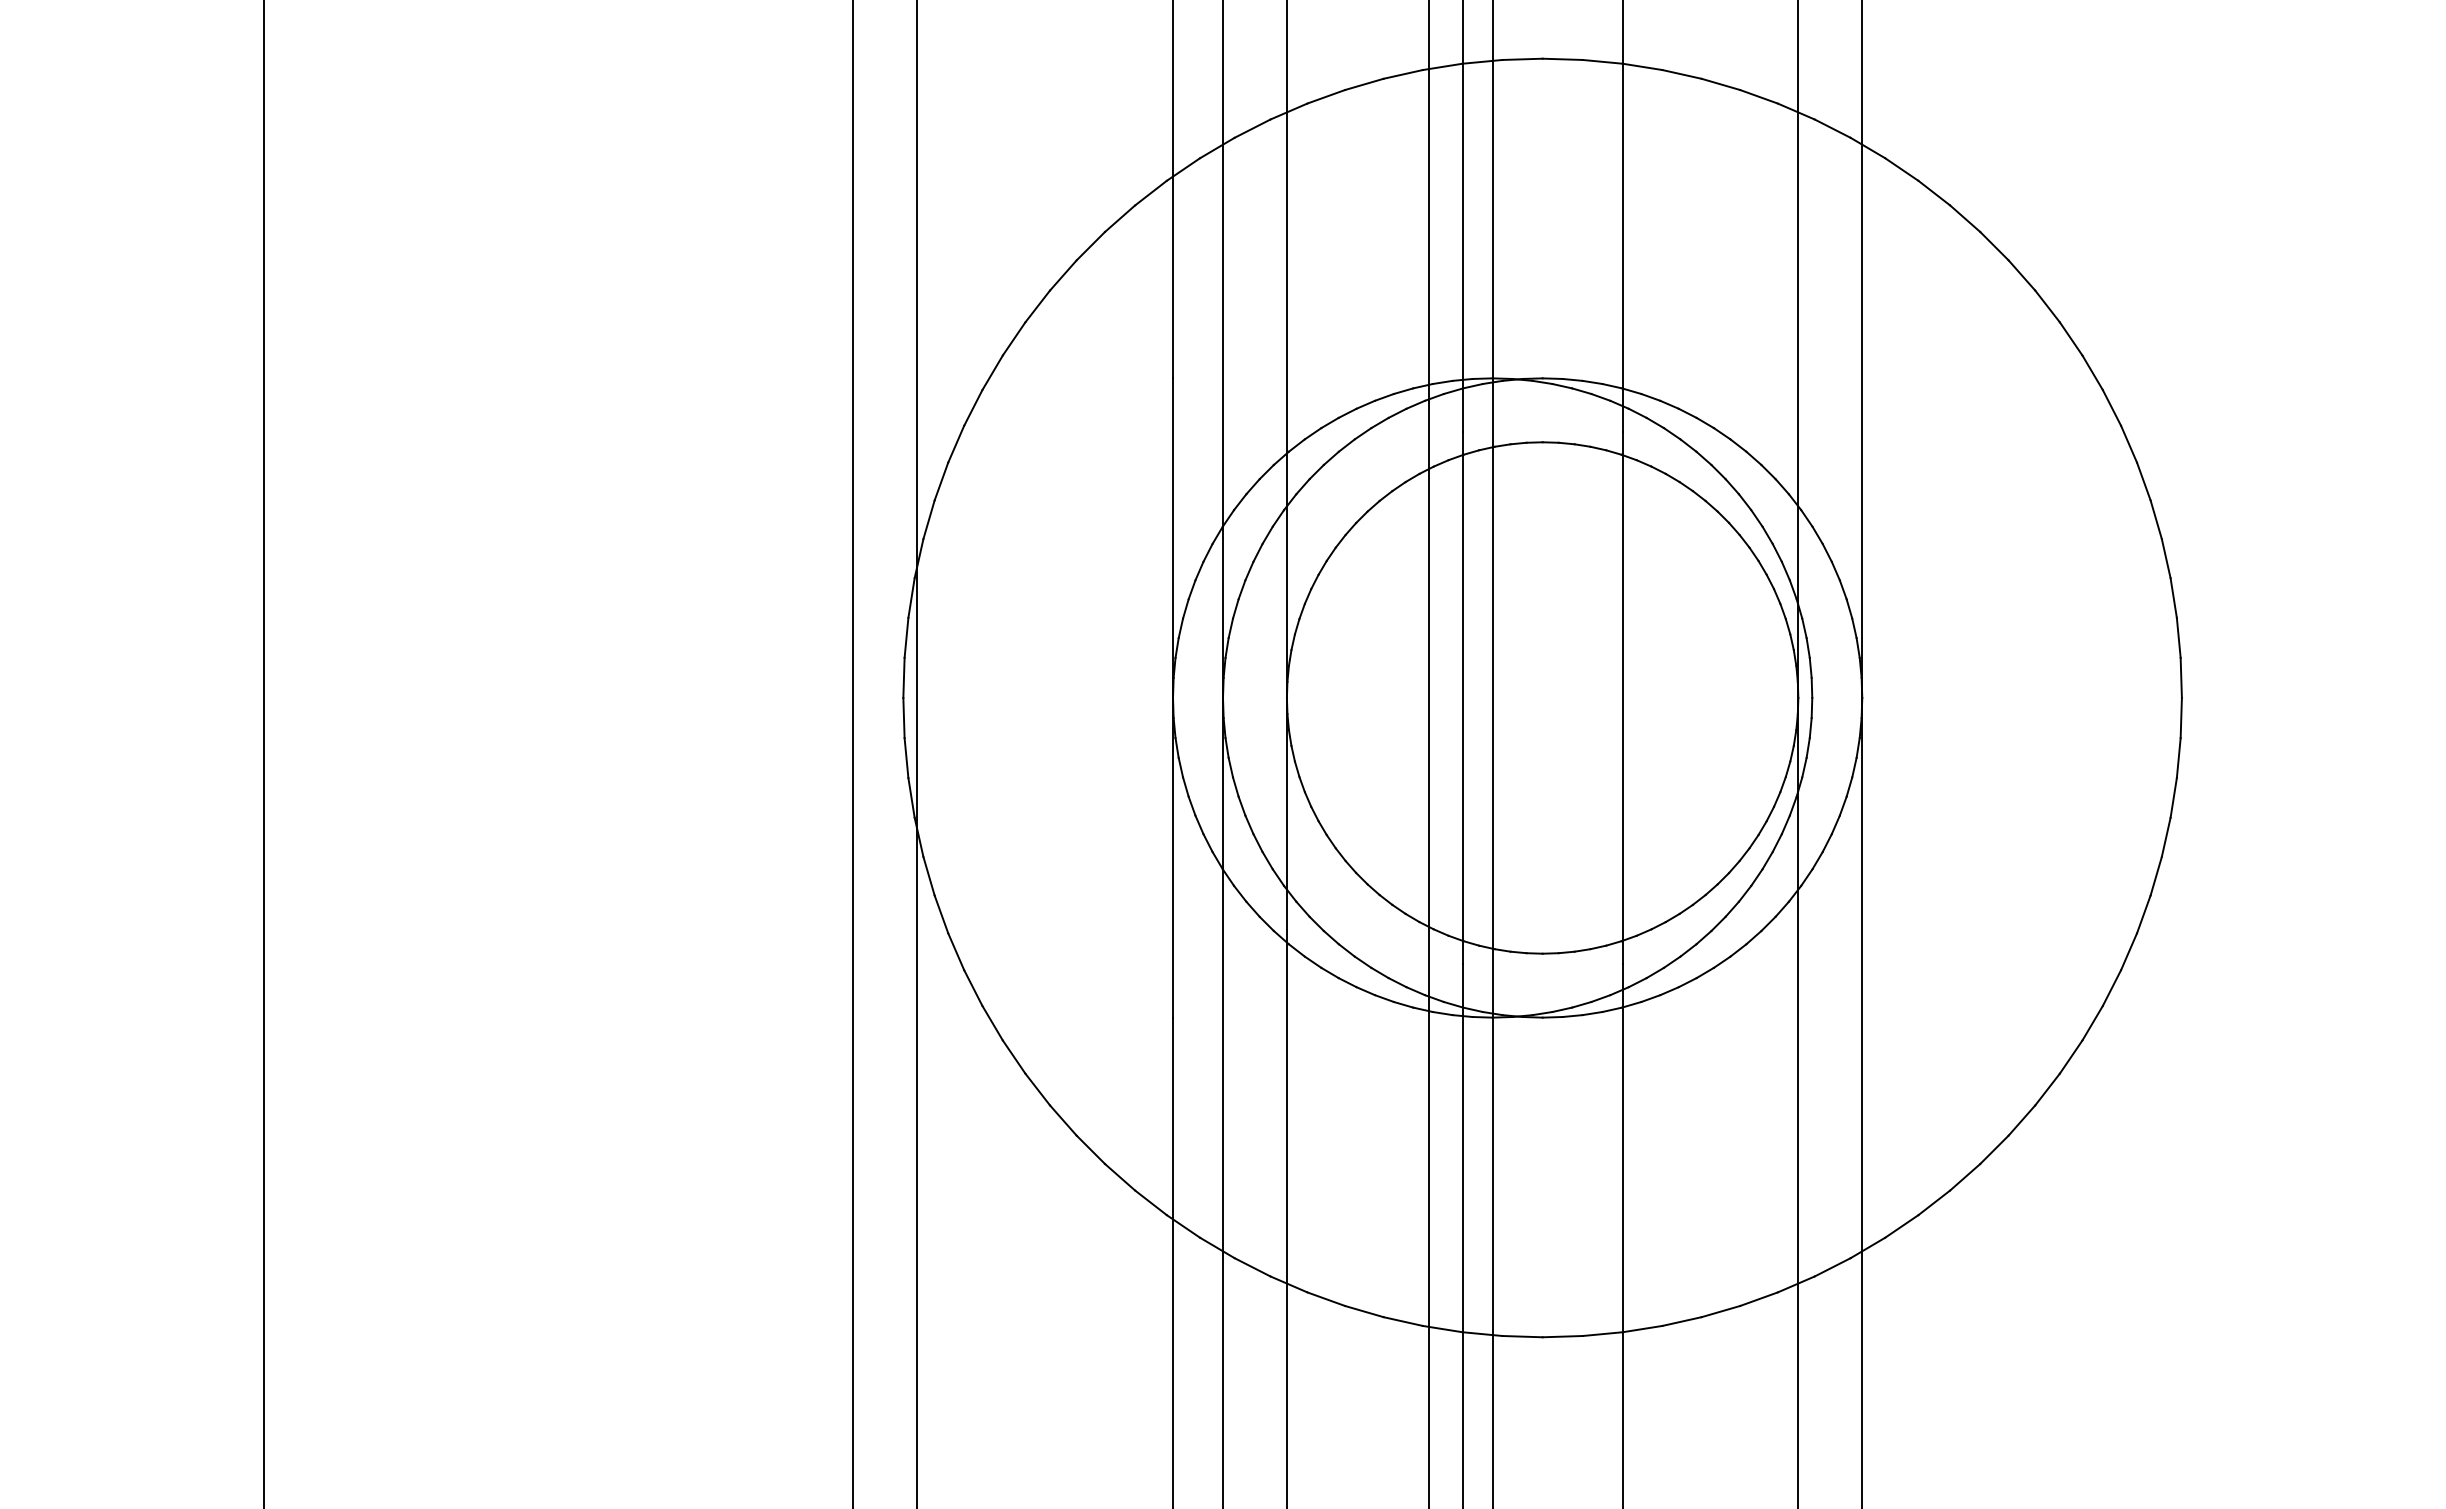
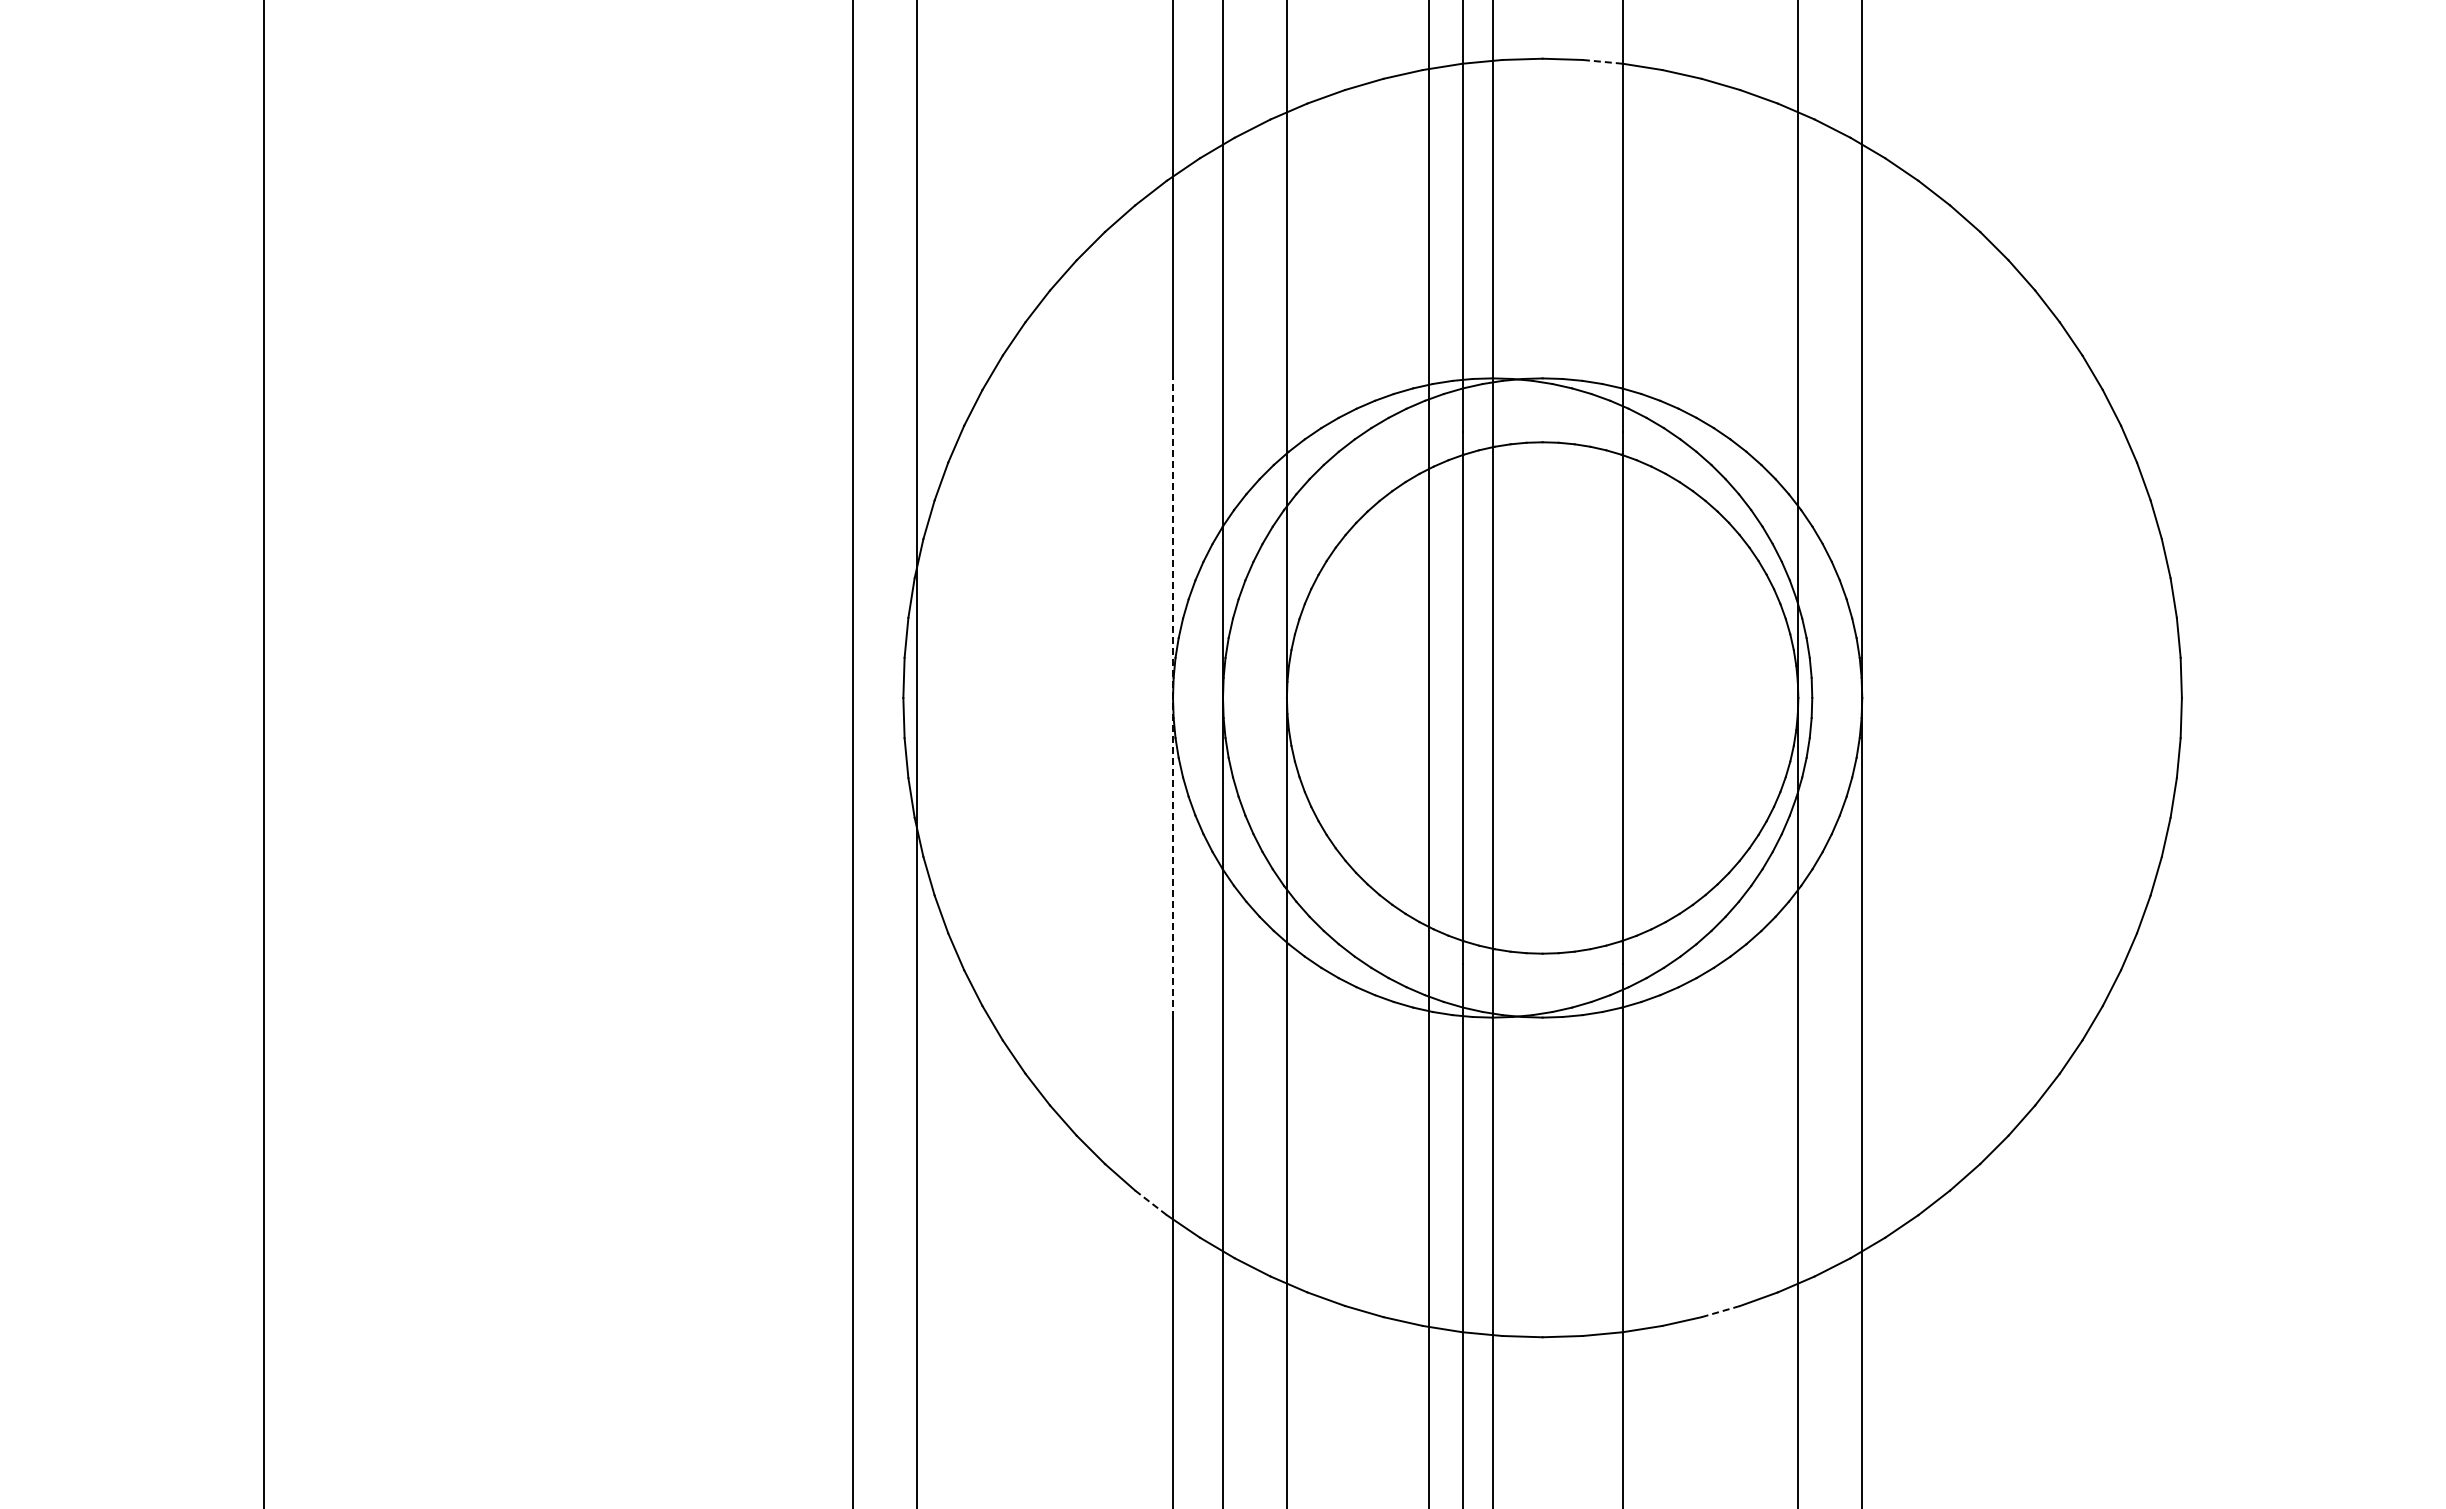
line at (1602, 61): solid -> dashed
line at (1173, 698): solid -> dashed
line at (1151, 1203): solid -> dashed
line at (1721, 1311): solid -> dashed
